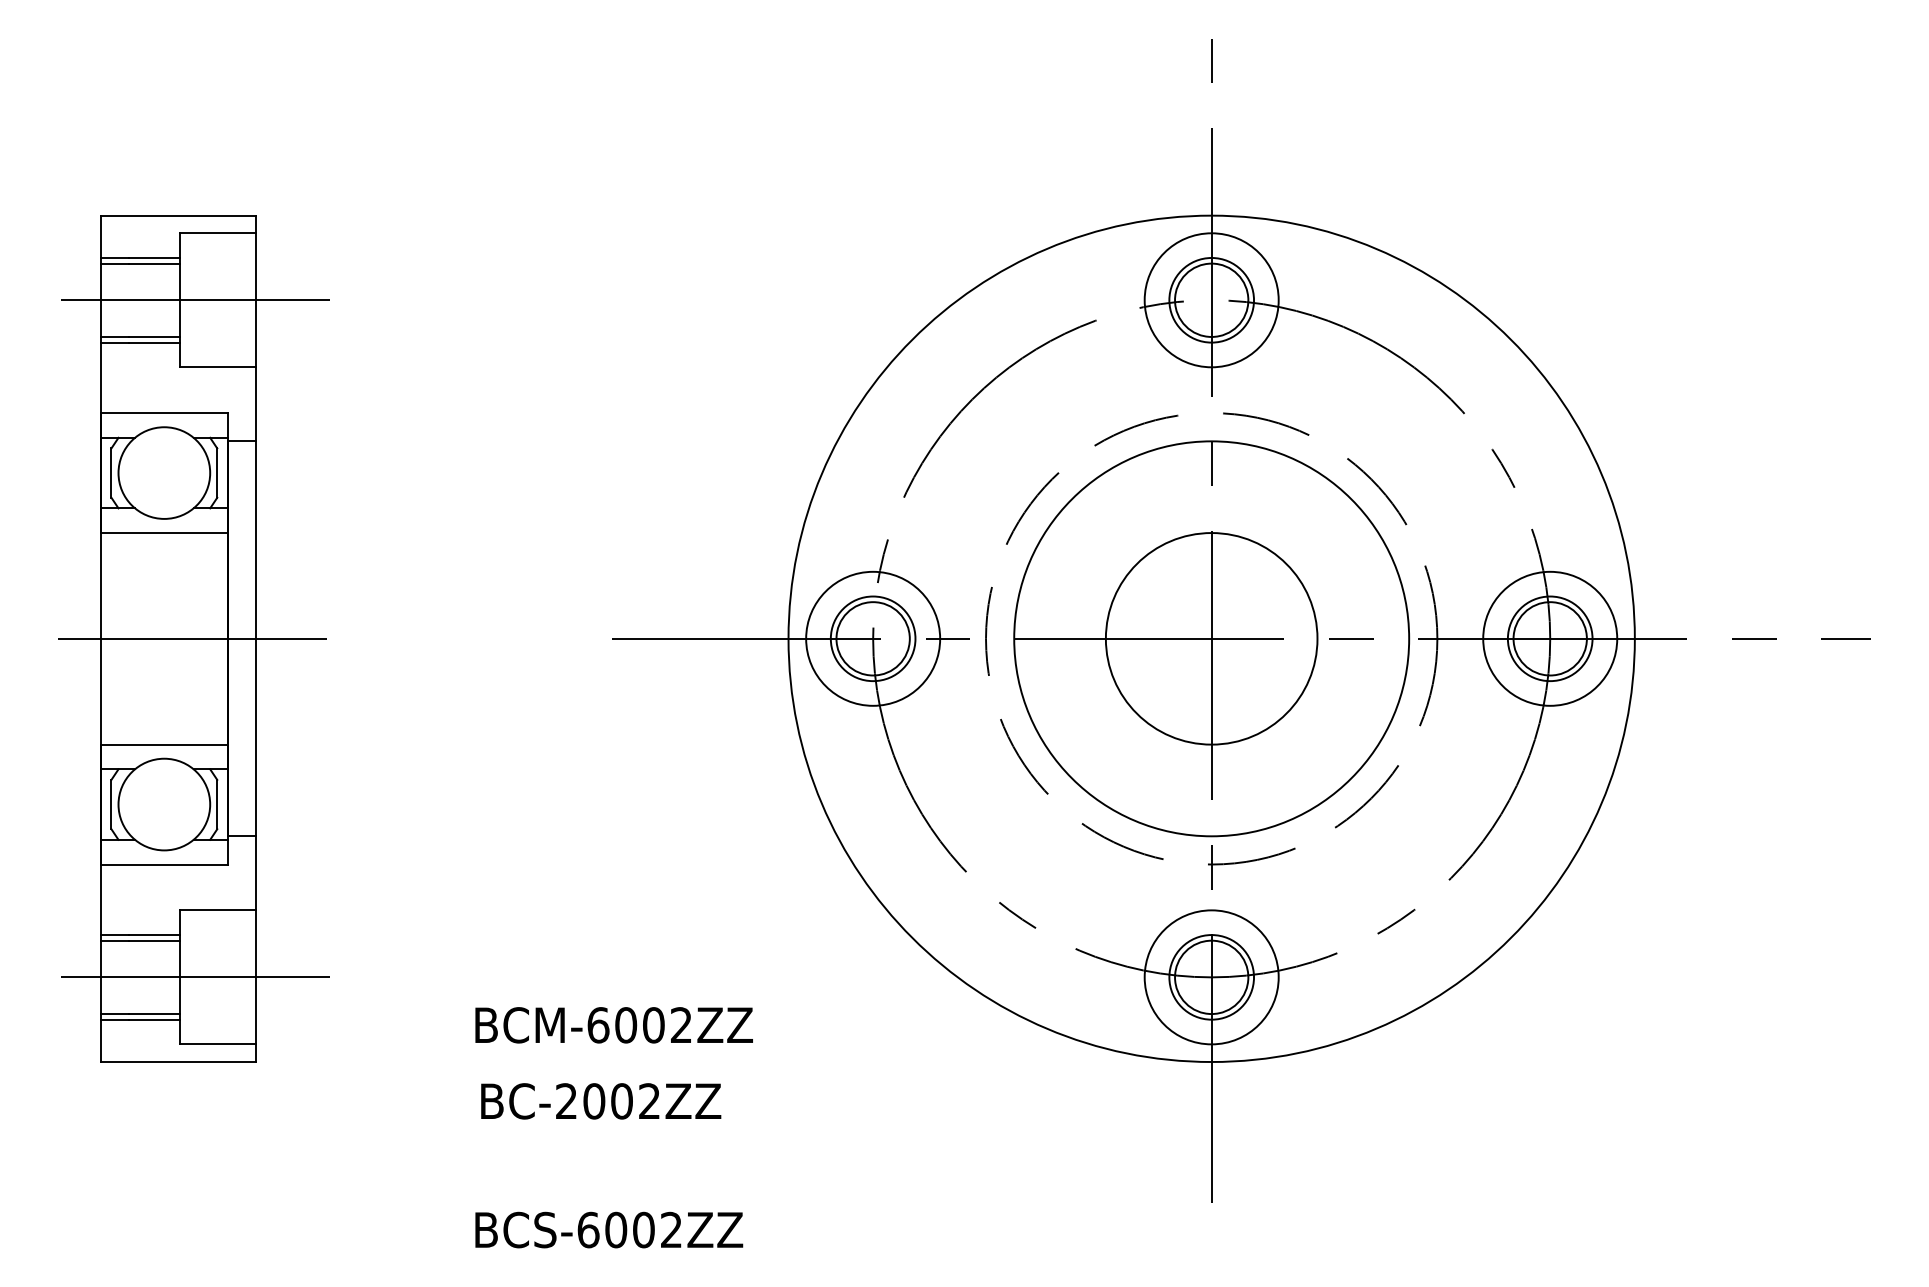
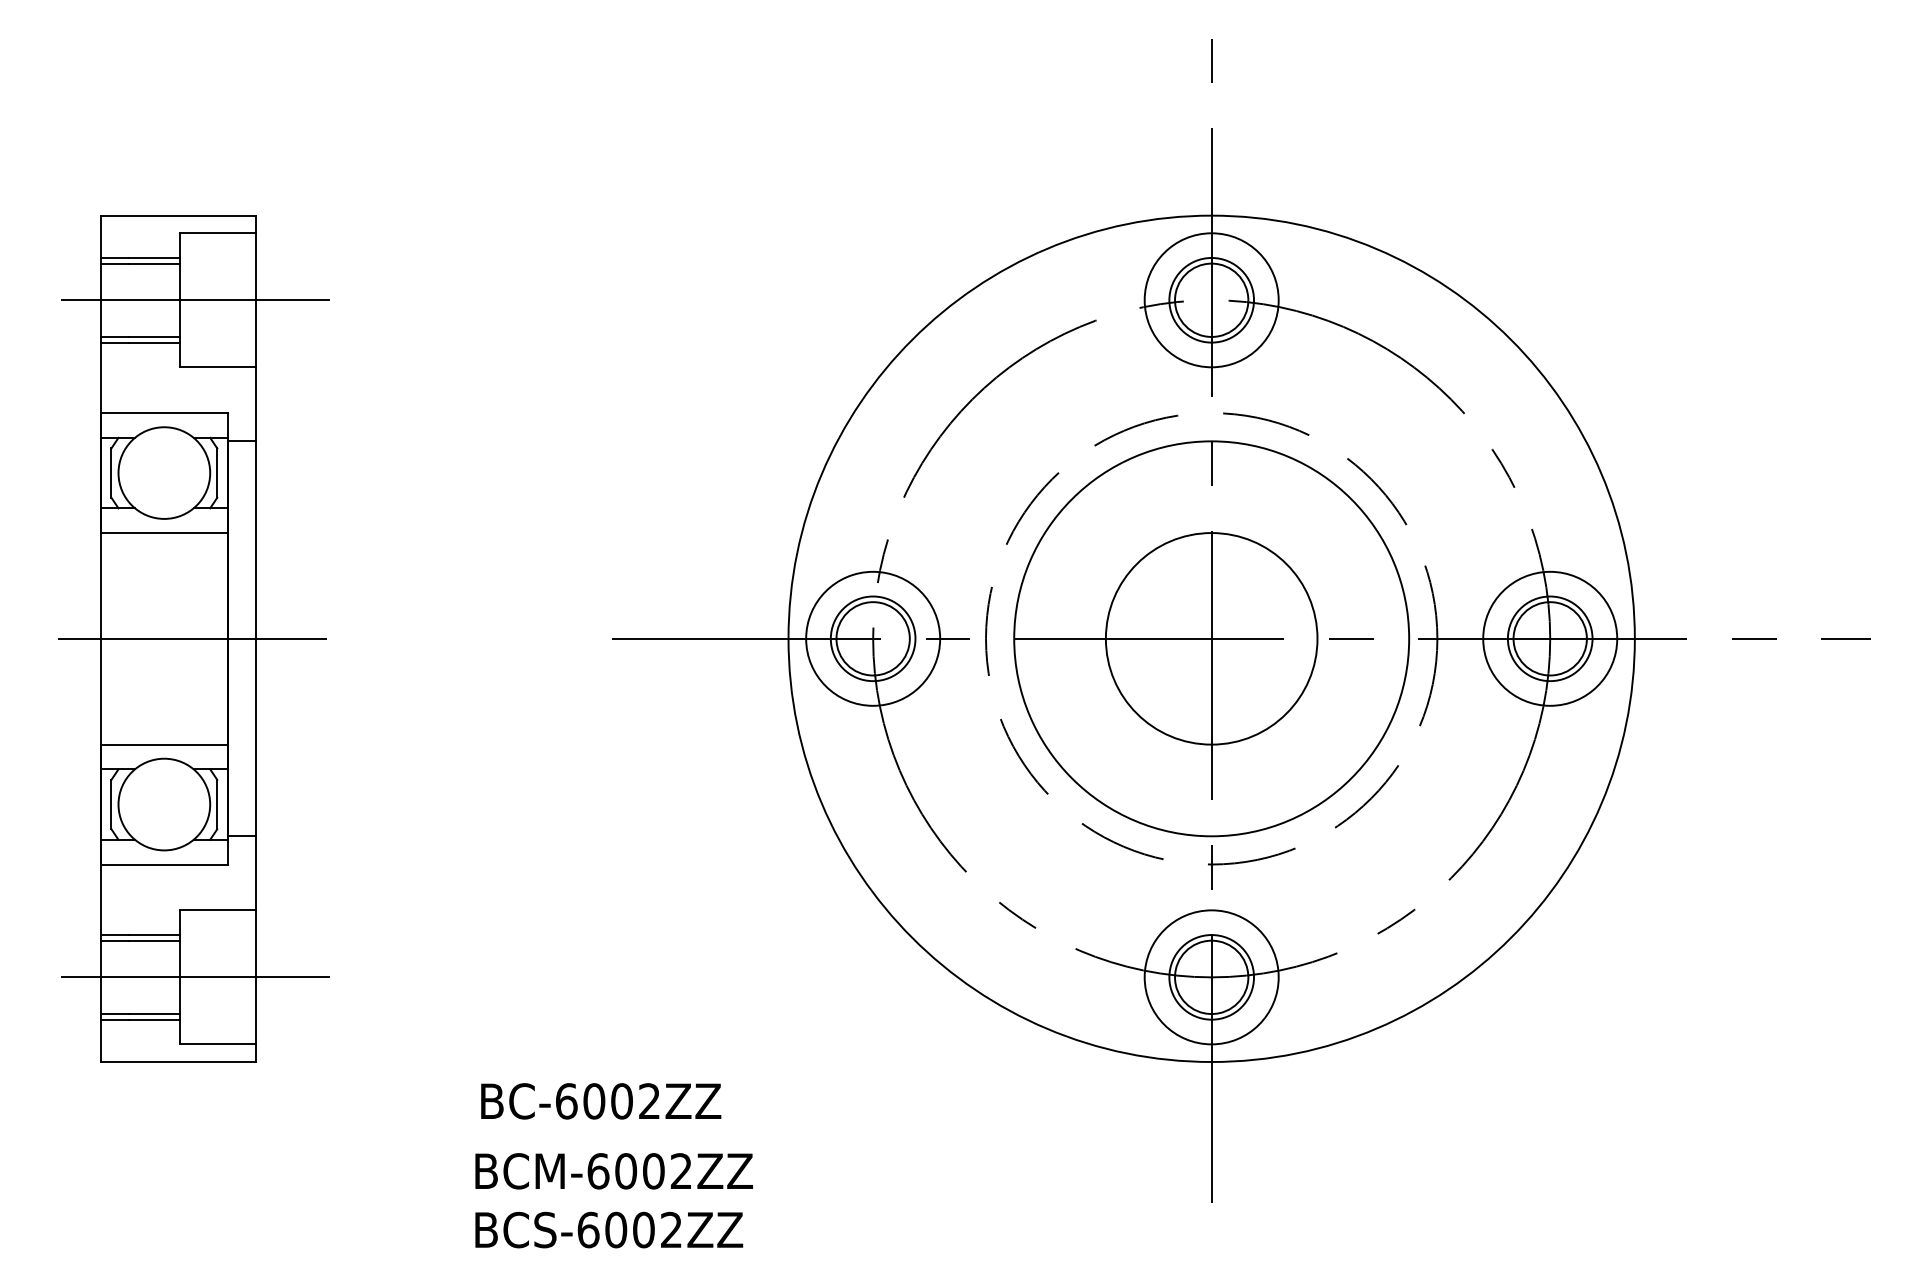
text at (613, 1025) position: (613, 1025) -> (613, 1171)
text at (566, 1101): BC-2002ZZ -> BC-6002ZZ
